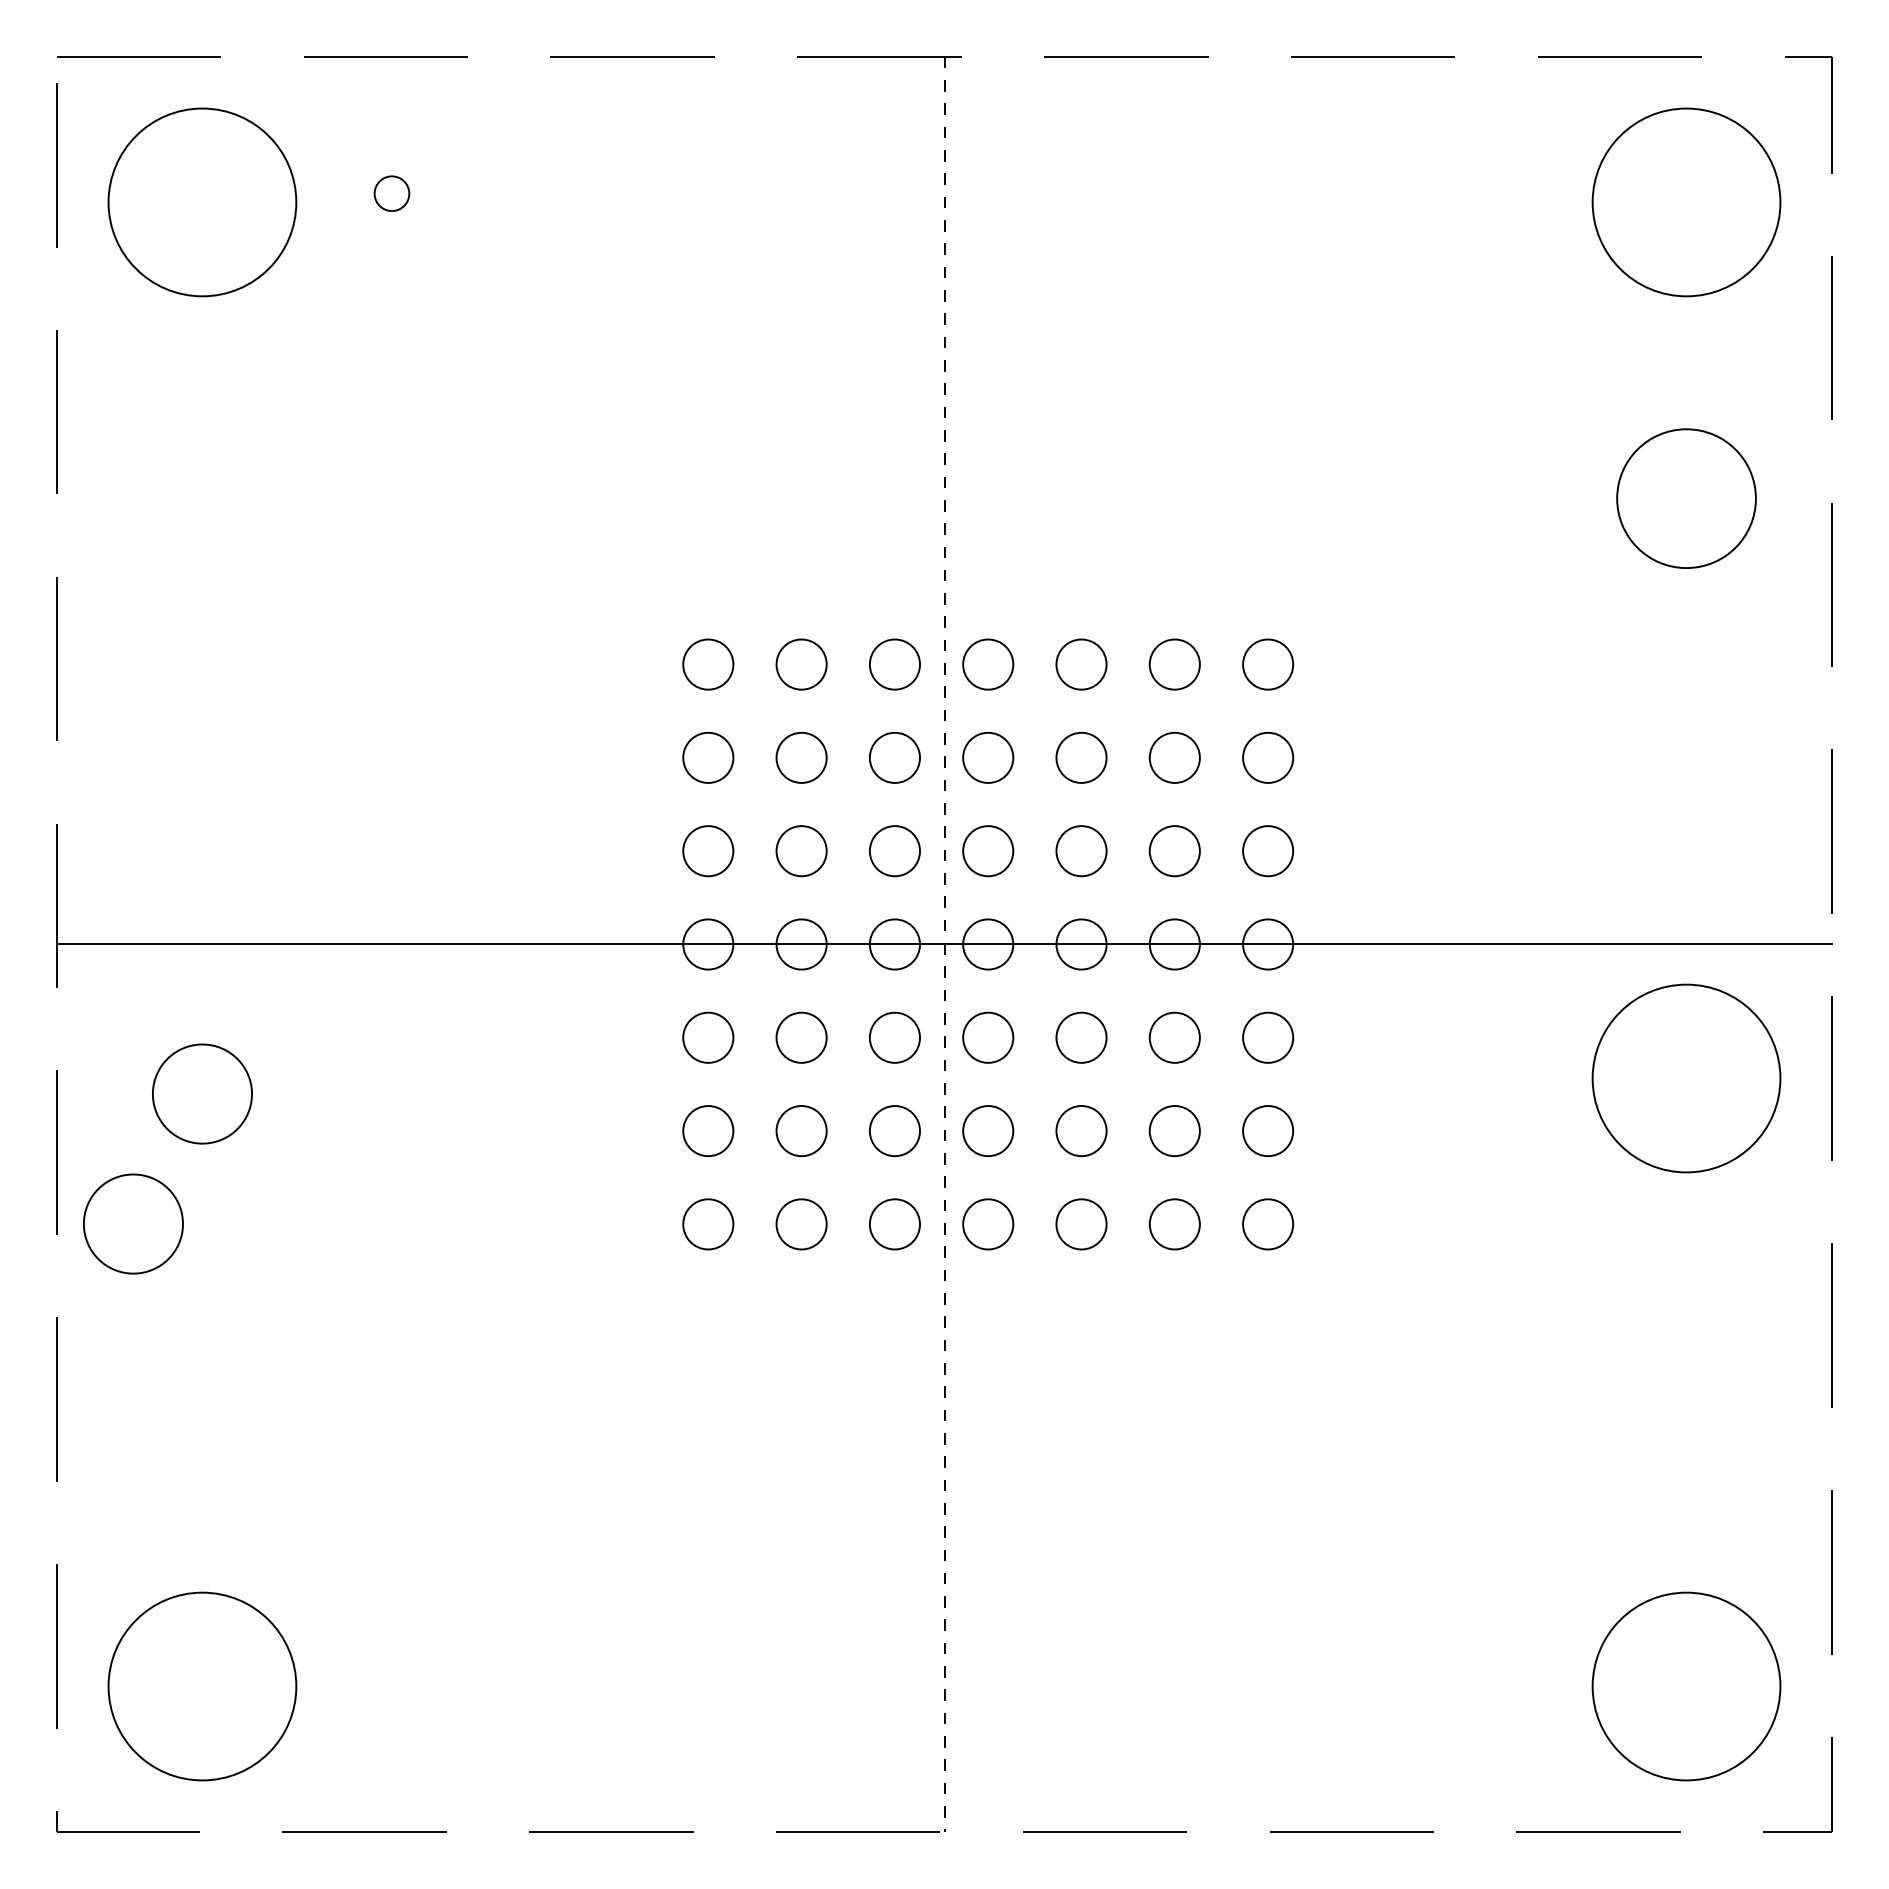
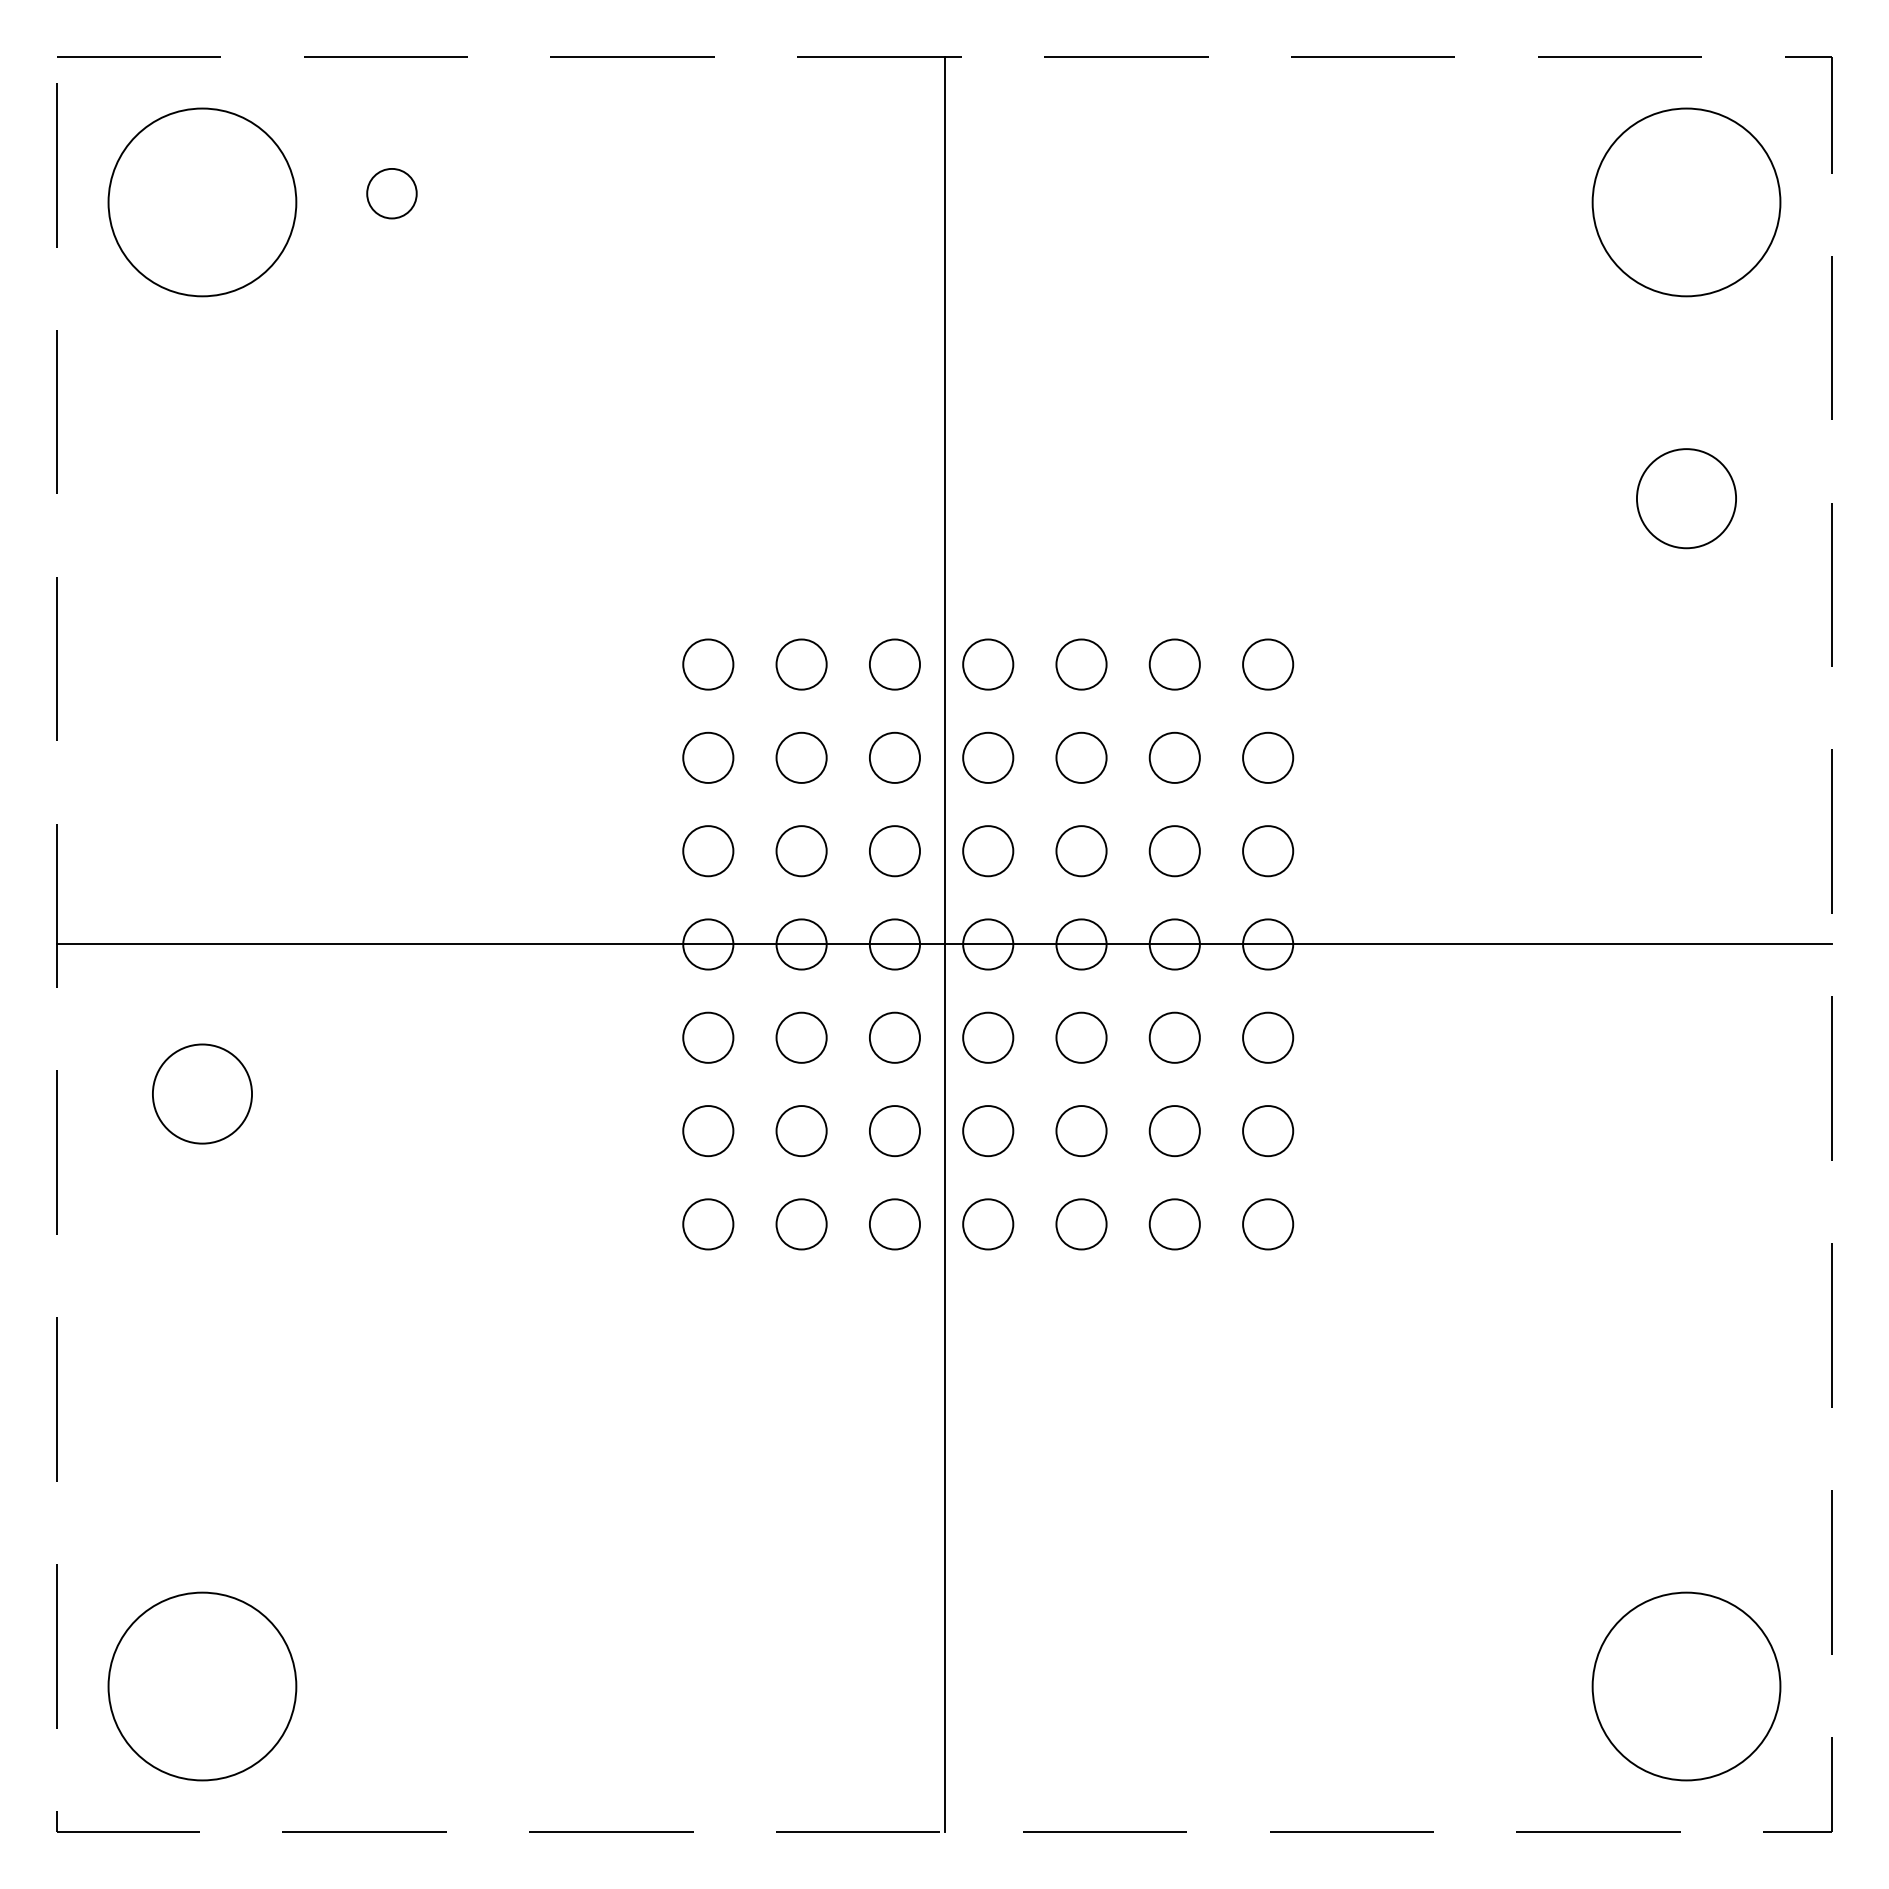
circle at (391, 193) diameter: 35 px -> 50 px
circle at (1686, 498) diameter: 139 px -> 99 px
line at (944, 944): dashed -> solid
circle at (1686, 1078): present -> none
circle at (133, 1223): present -> none
